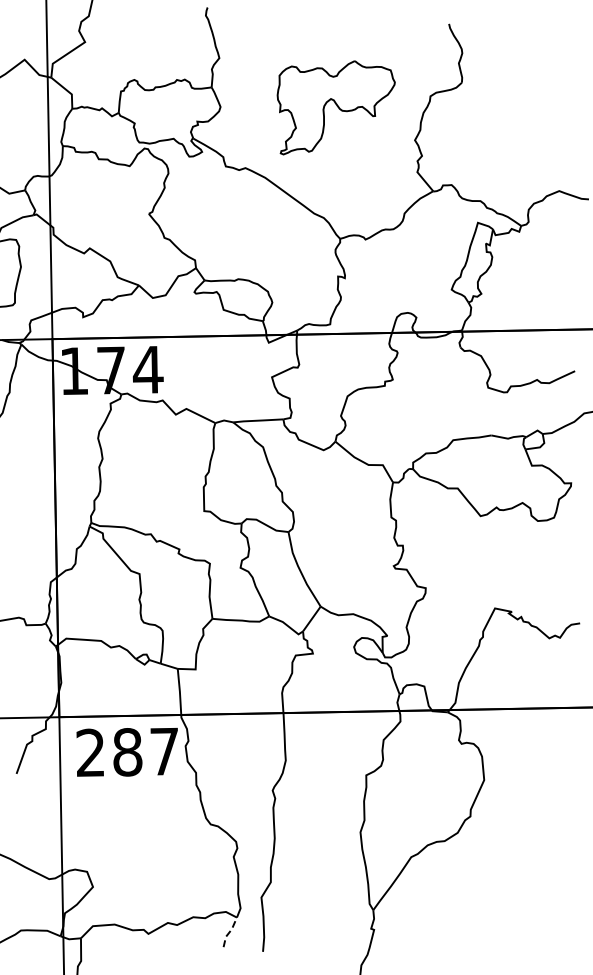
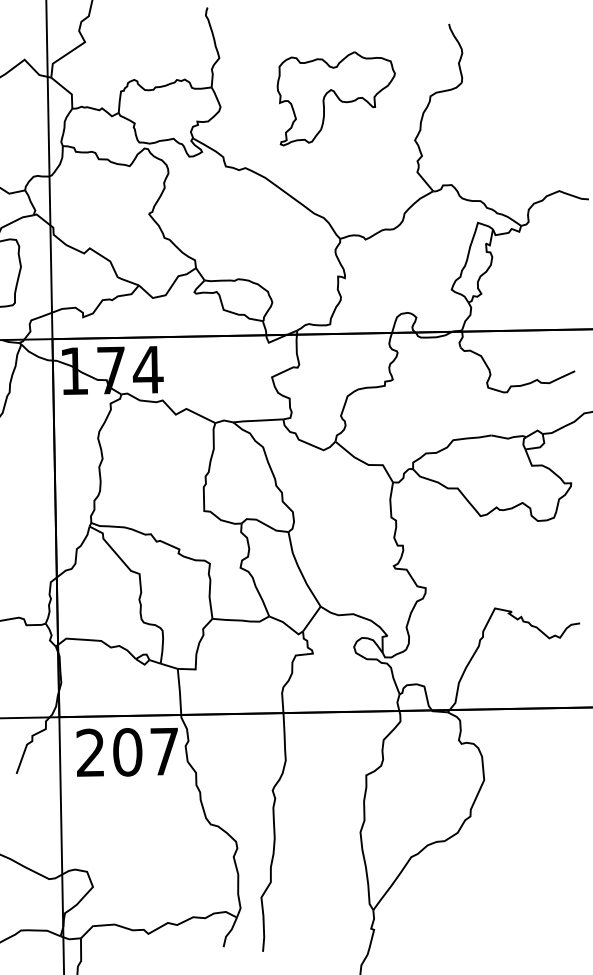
part at (335, 107) position: (335, 107) -> (335, 98)
text at (127, 752): 287 -> 207
line at (229, 932): dashed -> solid
